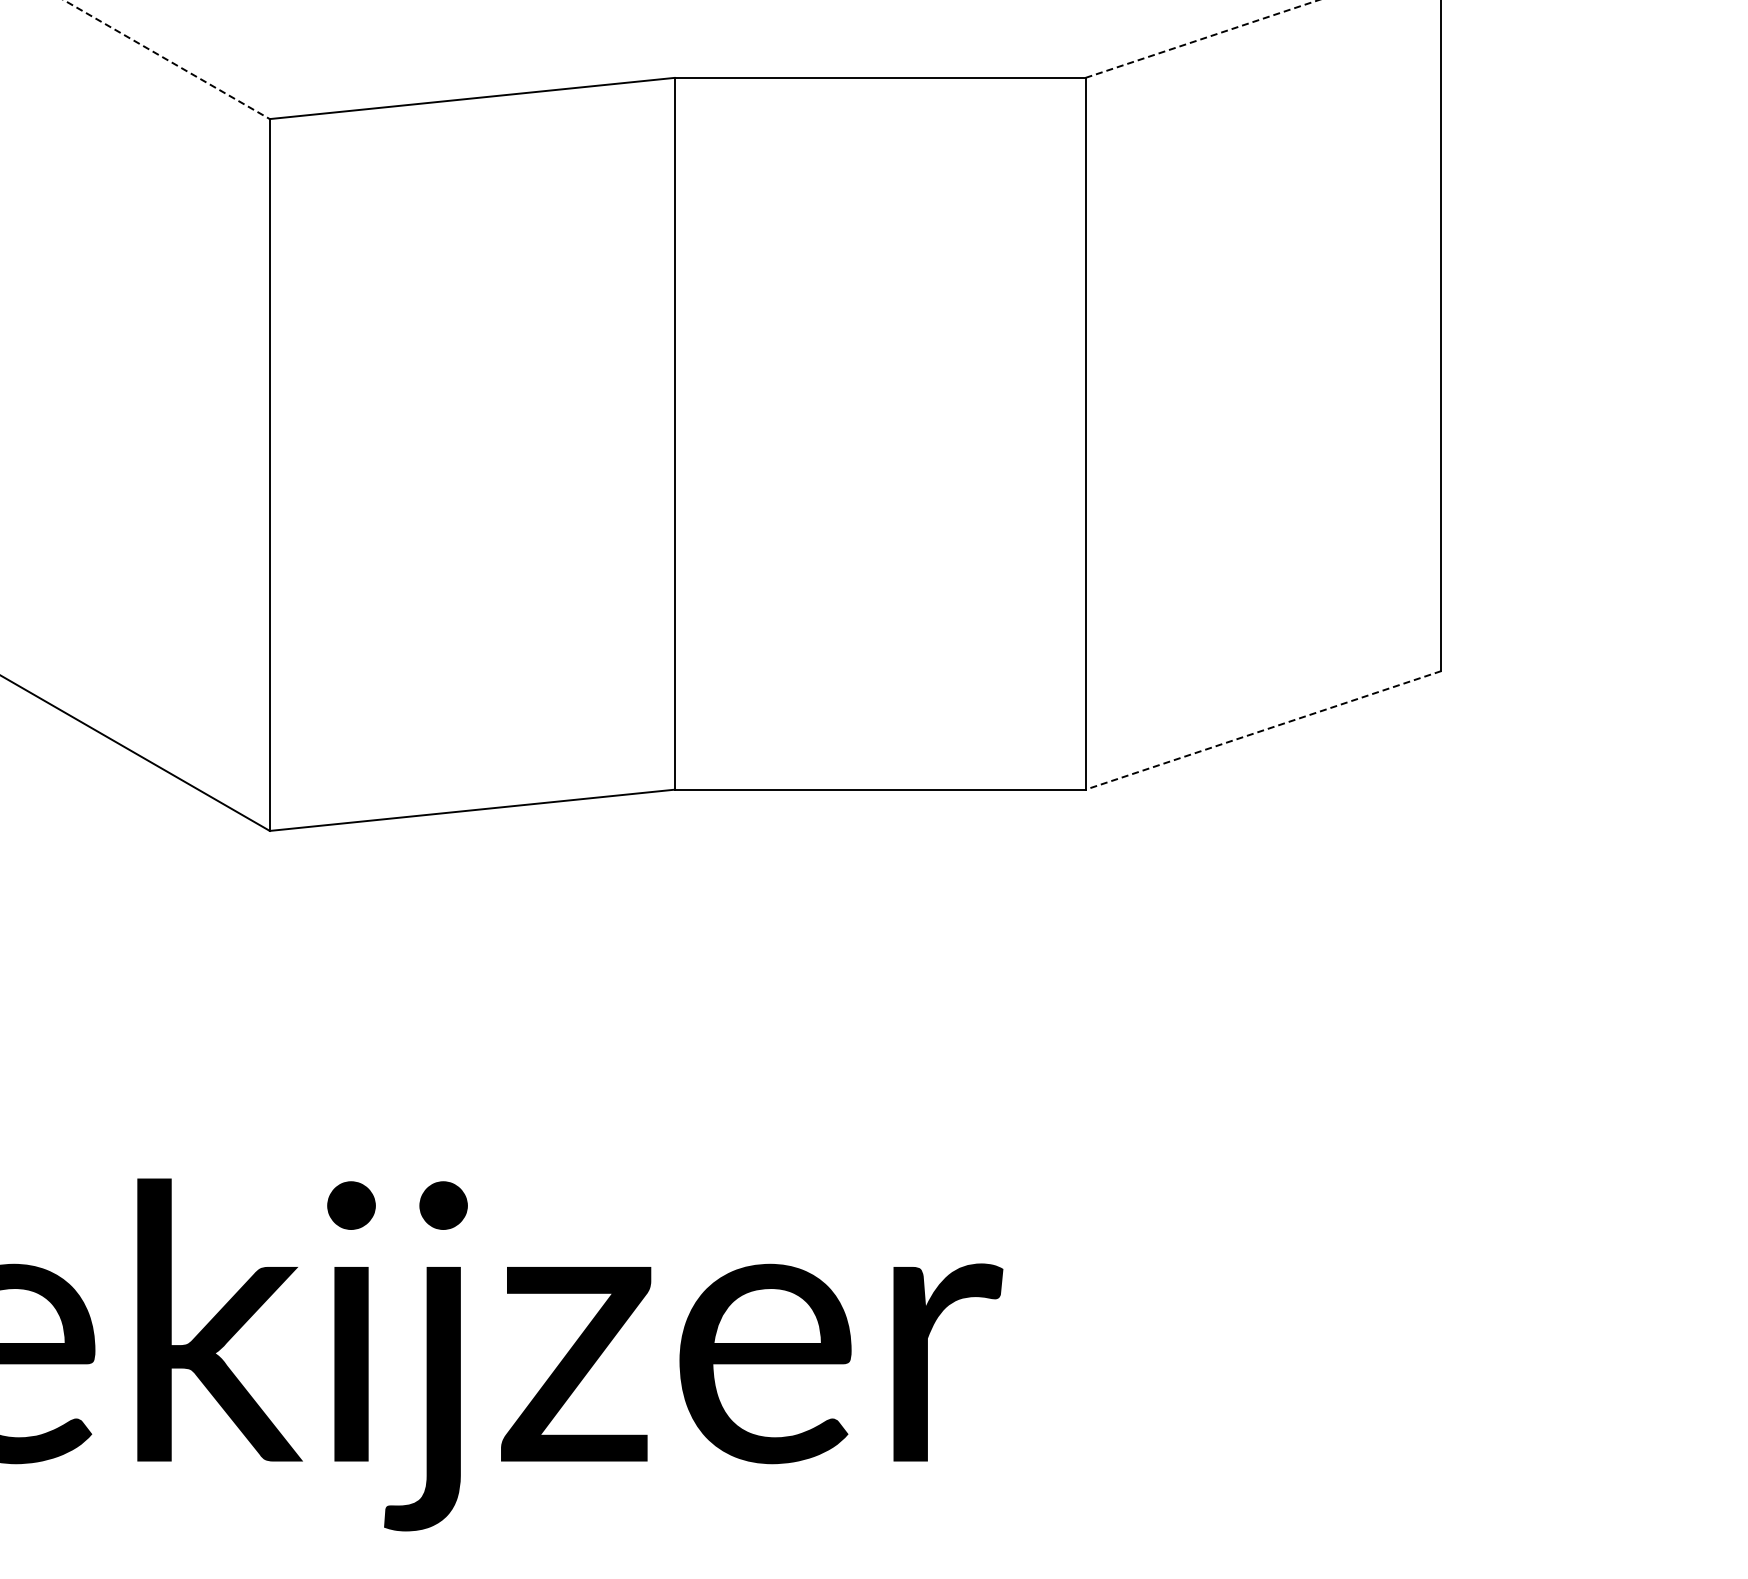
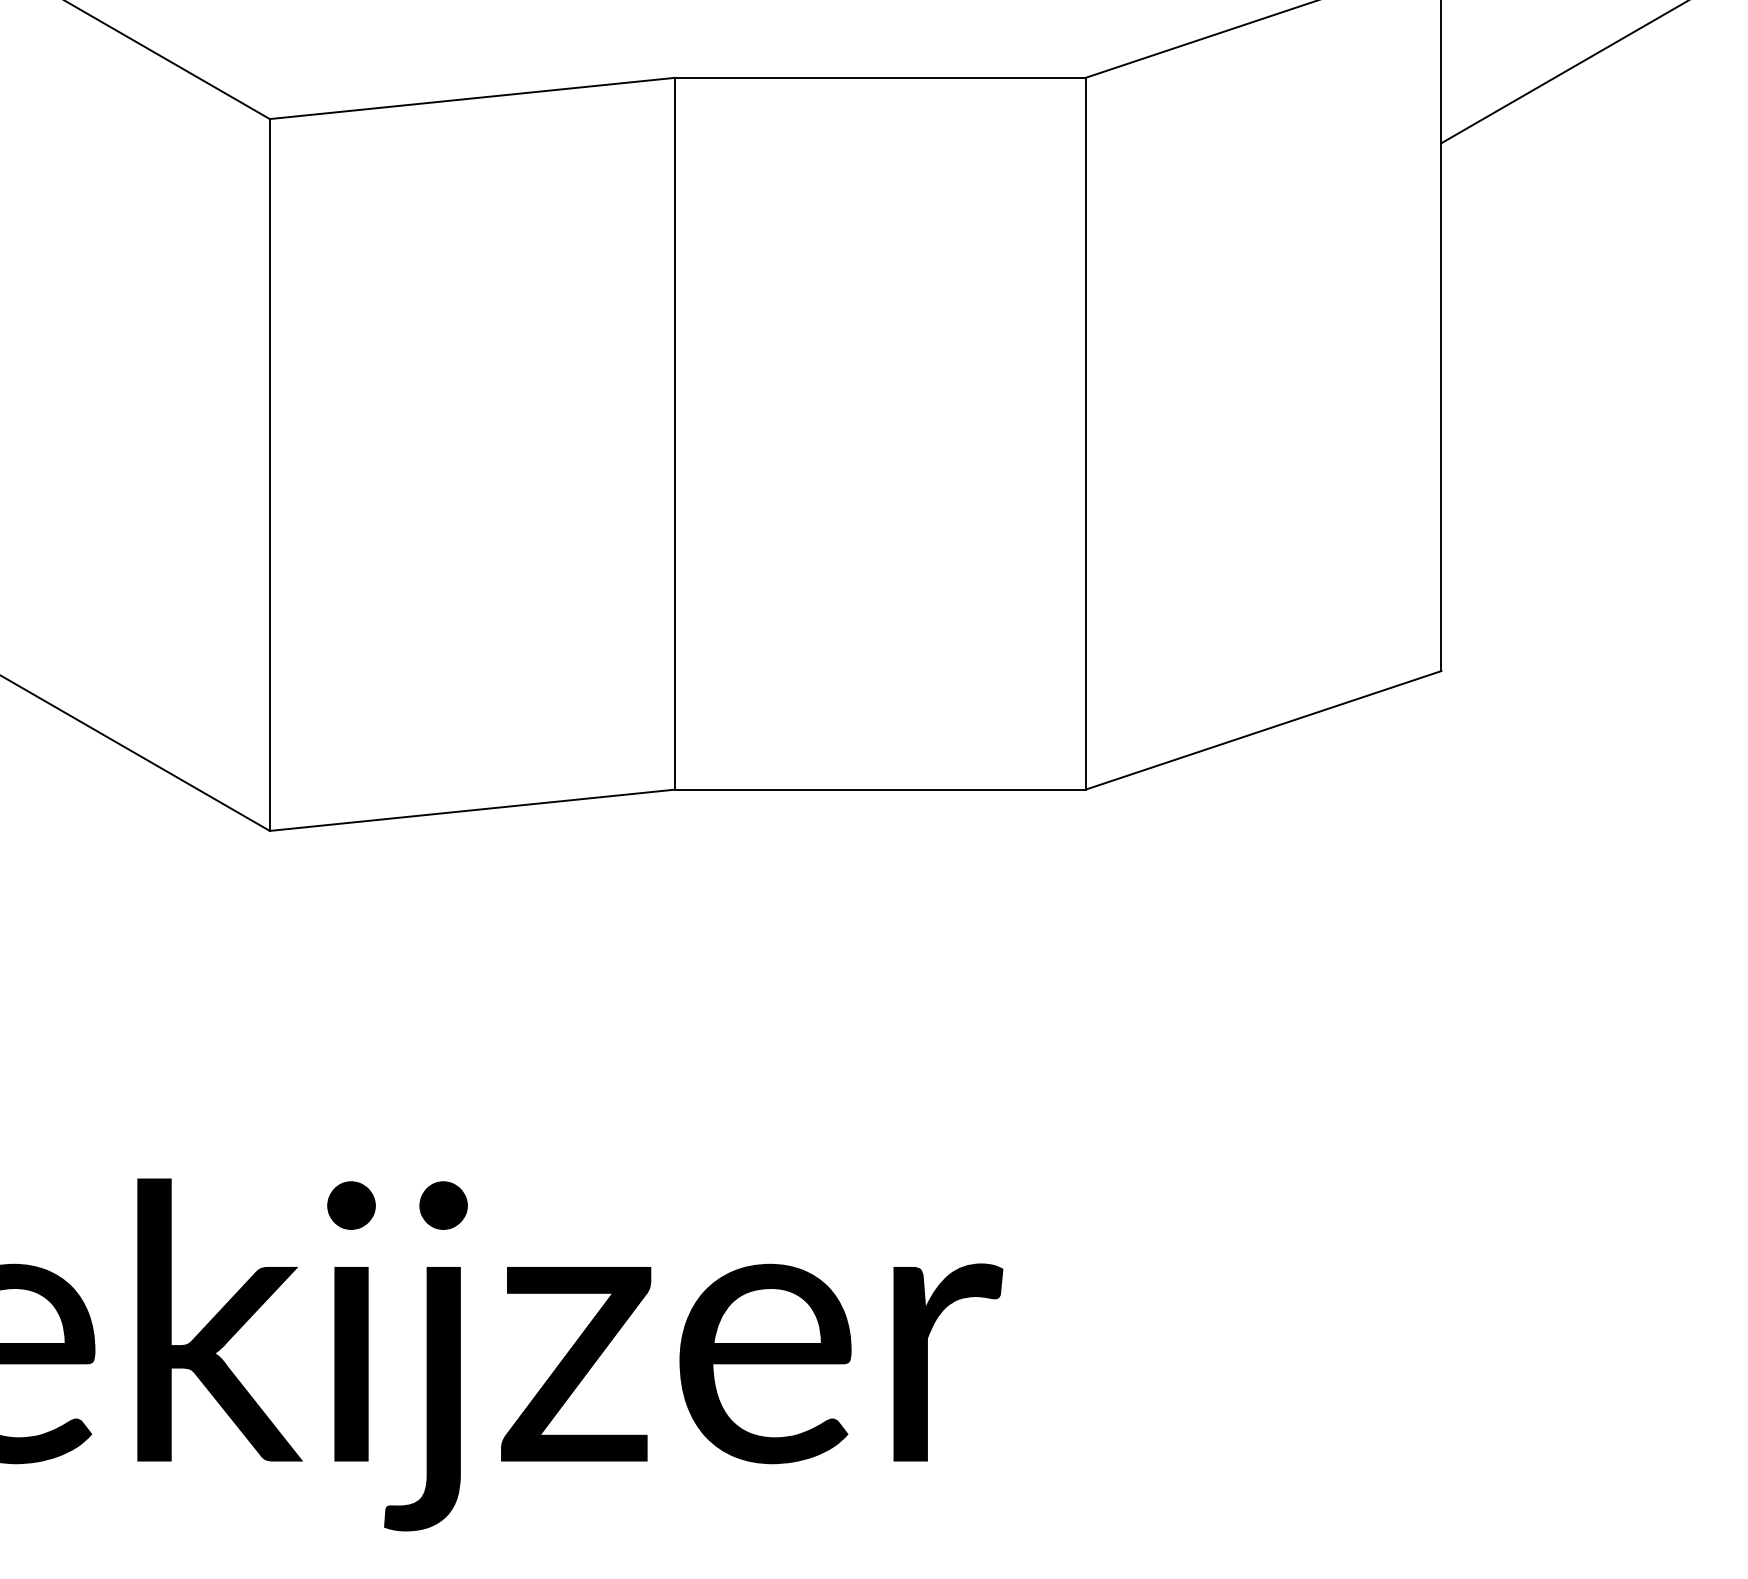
line at (1201, 39): dashed -> solid
line at (166, 59): dashed -> solid
line at (1563, 72): none -> present
line at (1263, 730): dashed -> solid
